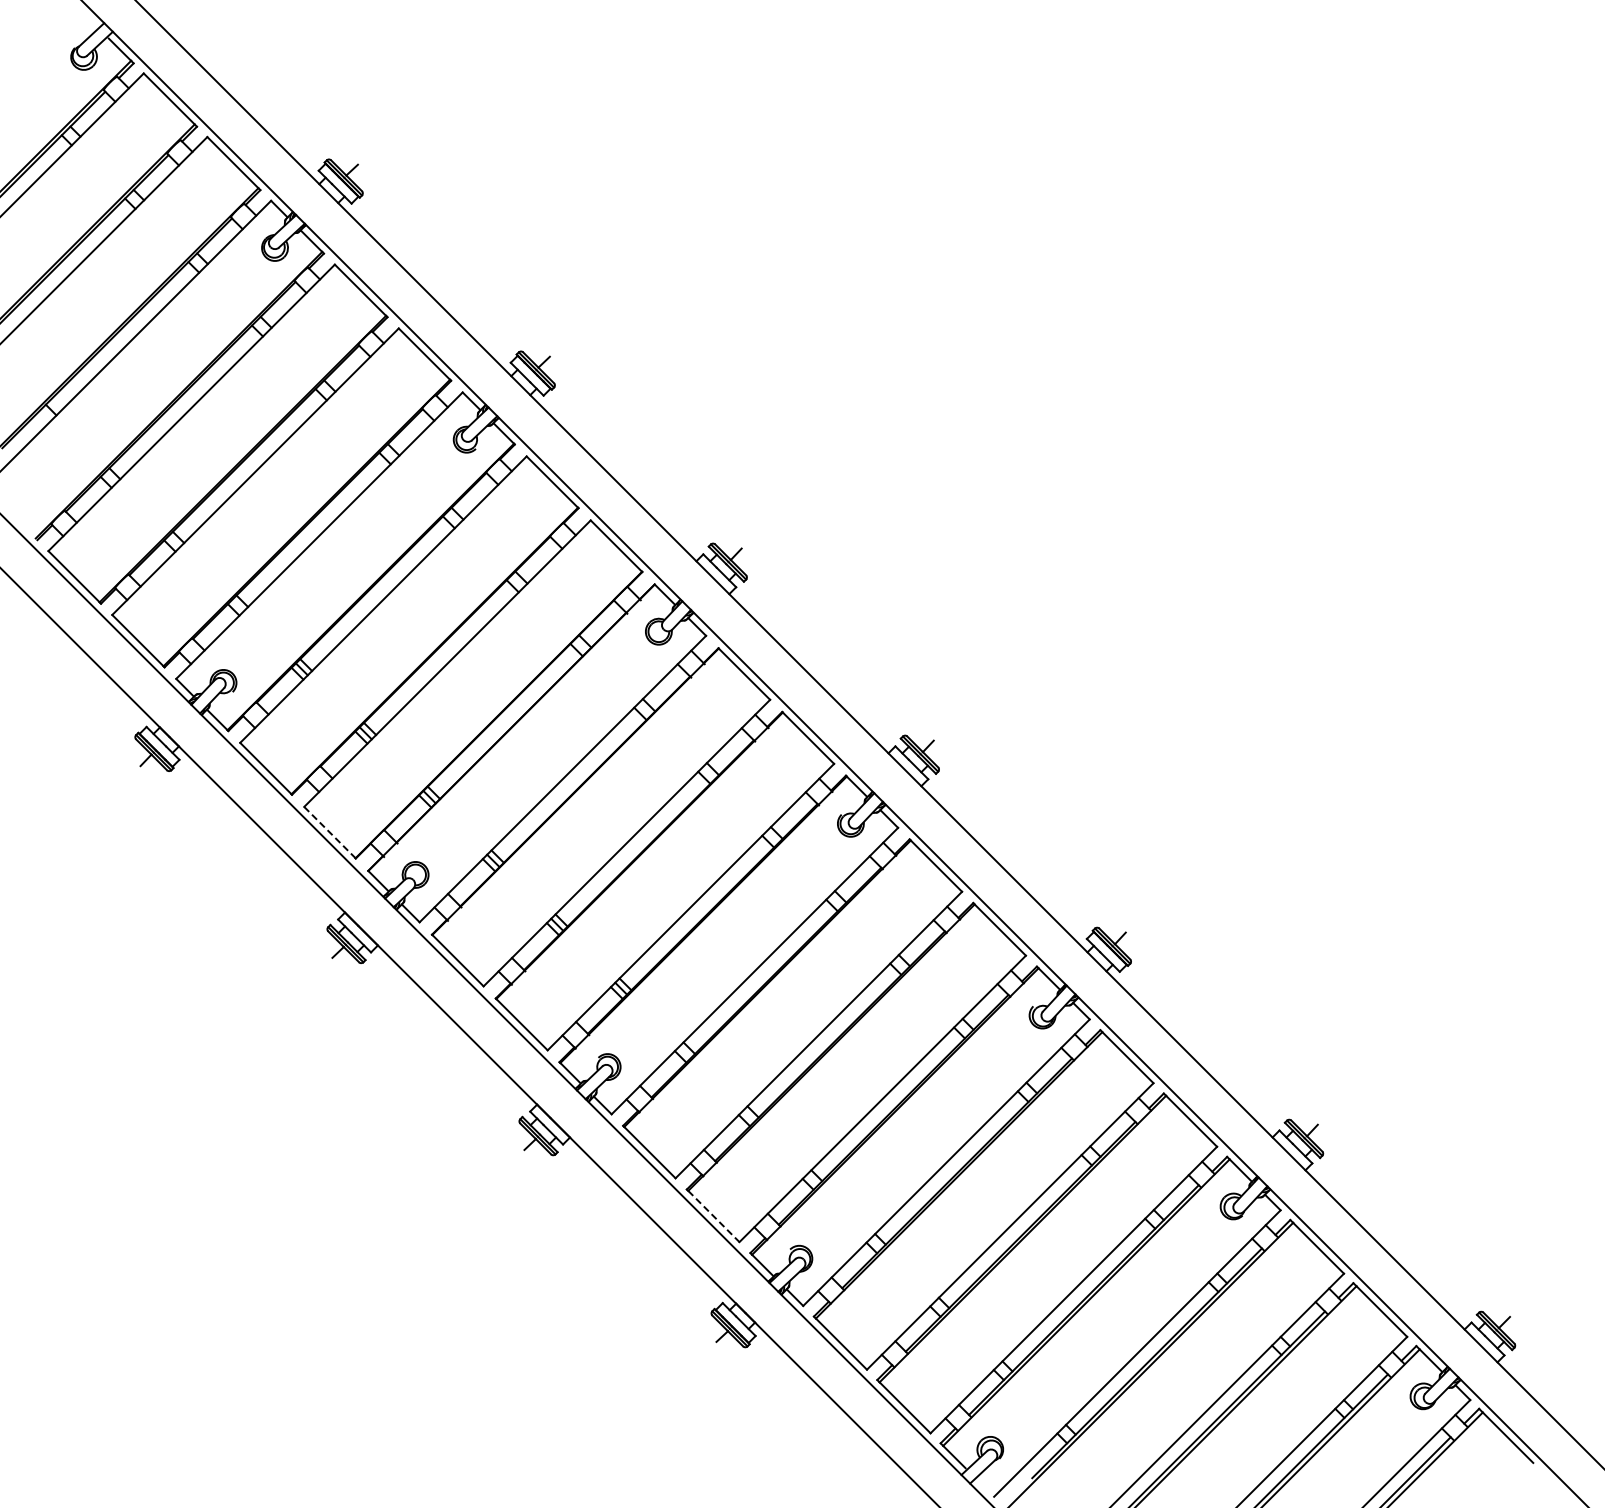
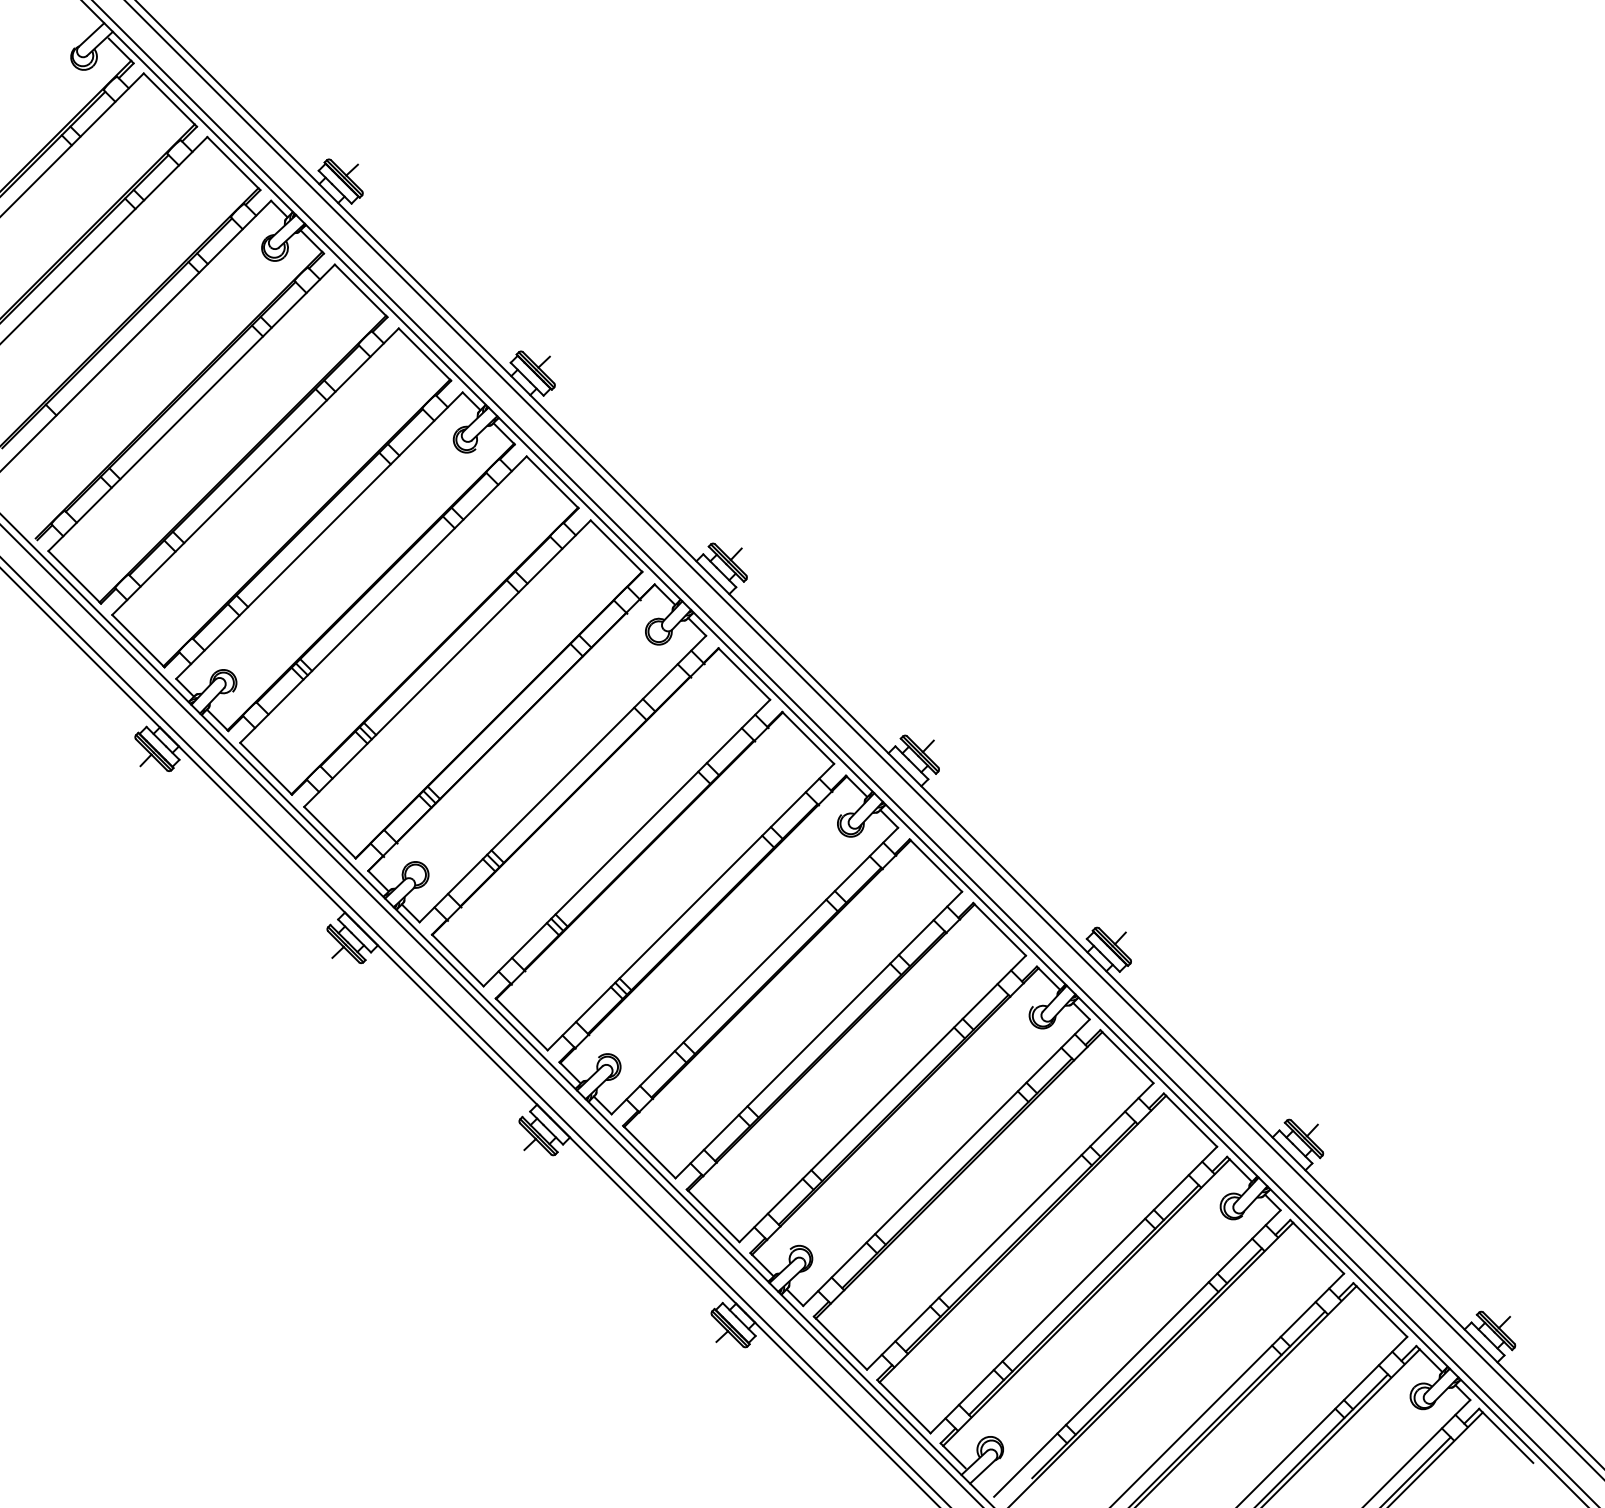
line at (863, 739): none -> present
line at (845, 753): none -> present
line at (330, 832): dashed -> solid
line at (491, 1015): none -> present
line at (474, 1031): none -> present
line at (714, 1216): dashed -> solid
